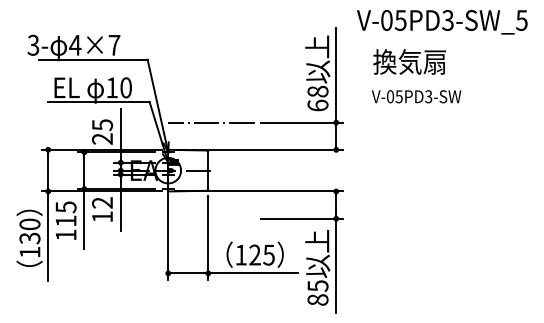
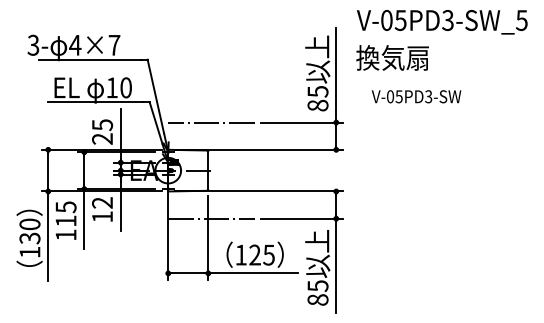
text at (409, 61) position: (409, 61) -> (392, 57)
text at (317, 98): 68 -> 85
line at (211, 218): none -> present
